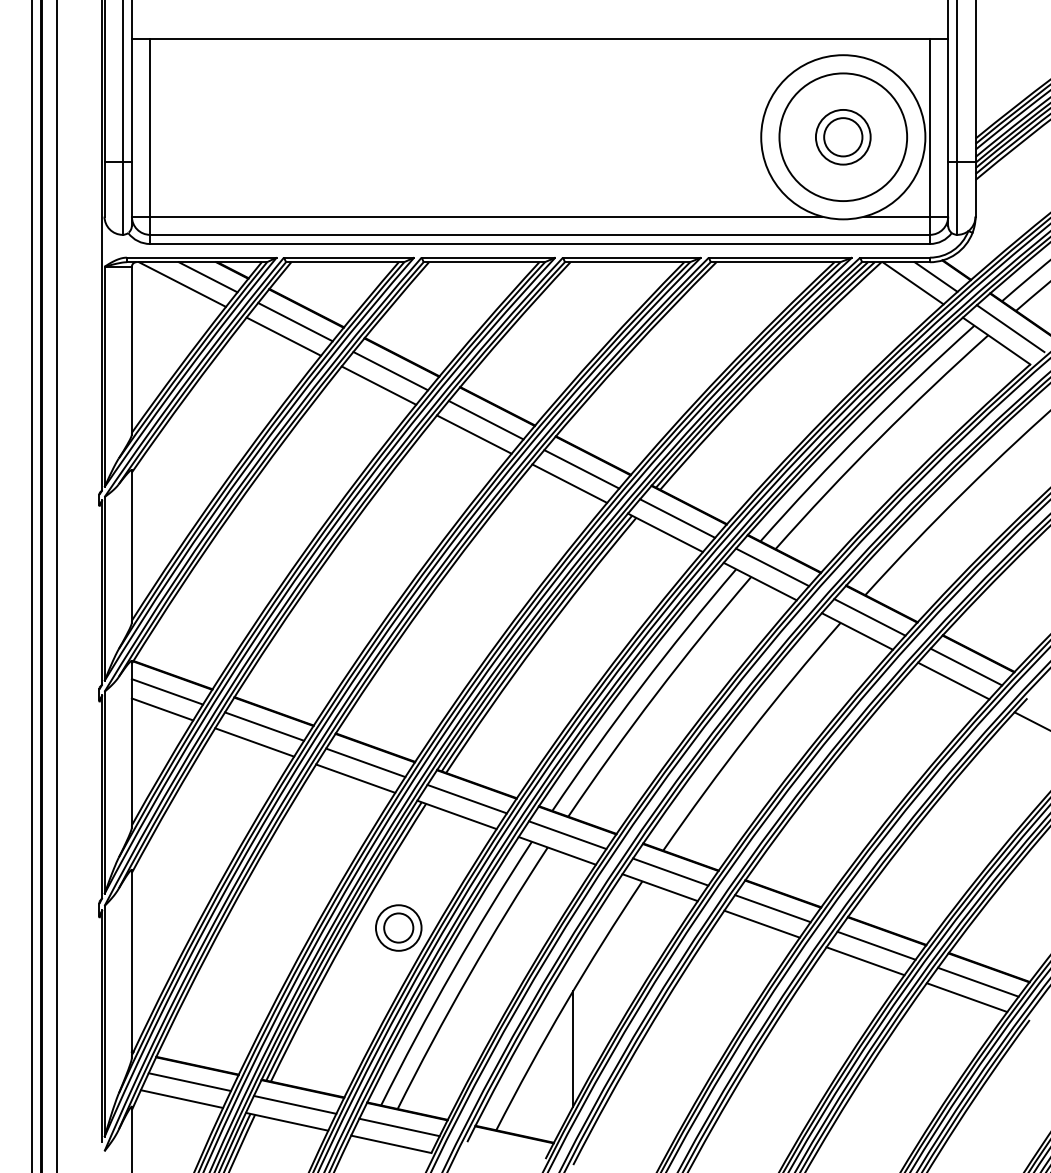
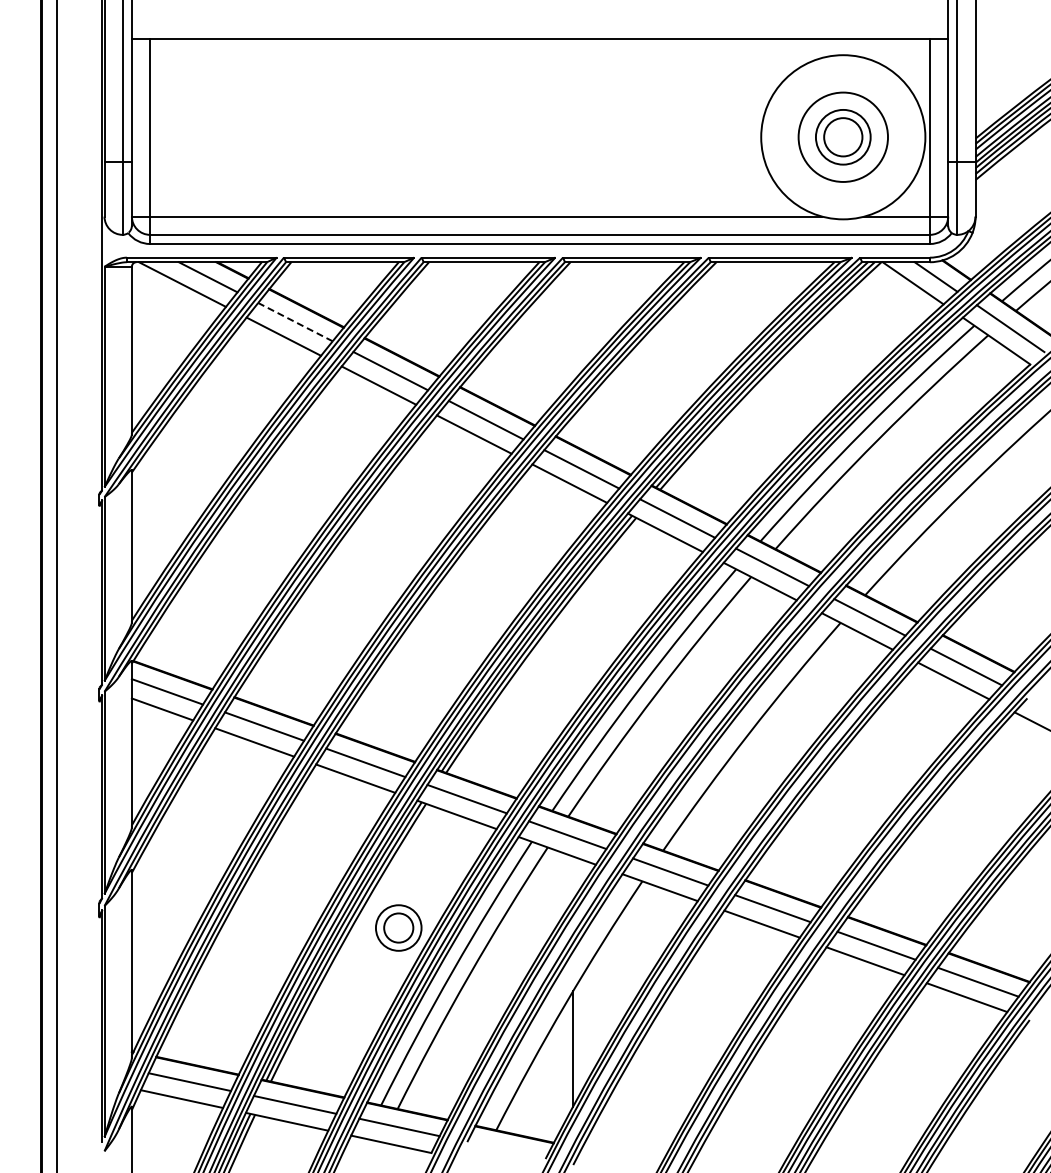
circle at (843, 137) diameter: 128 px -> 89 px
line at (295, 322): solid -> dashed
line at (31, 585): present -> none
